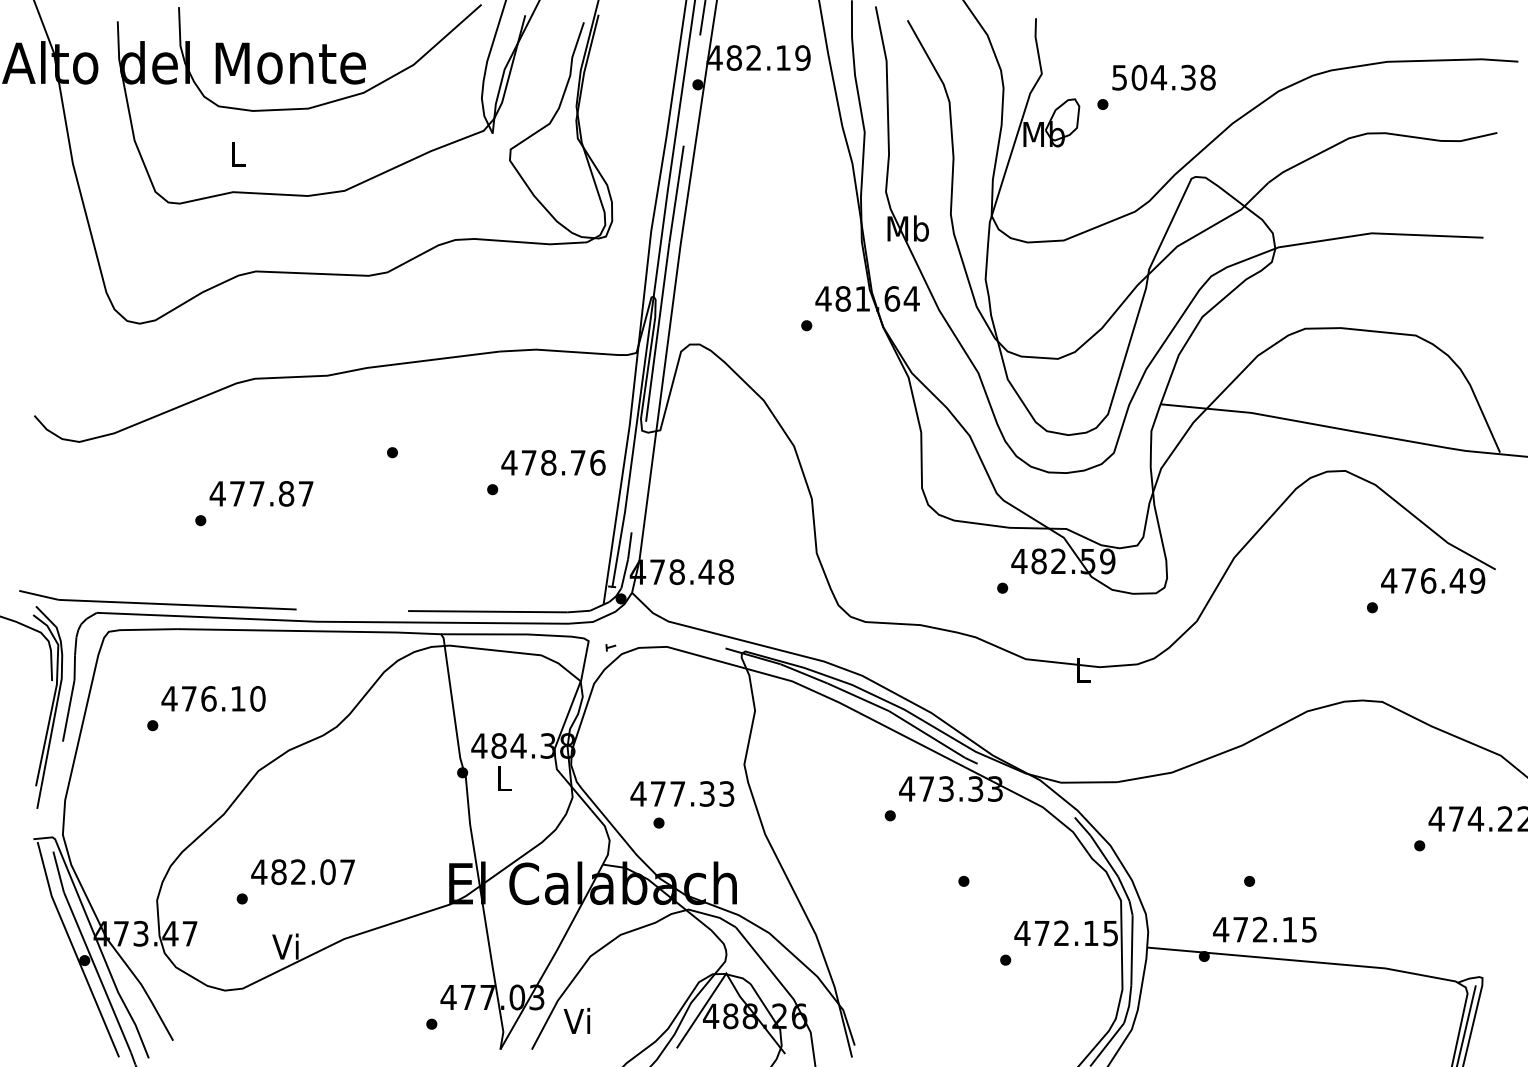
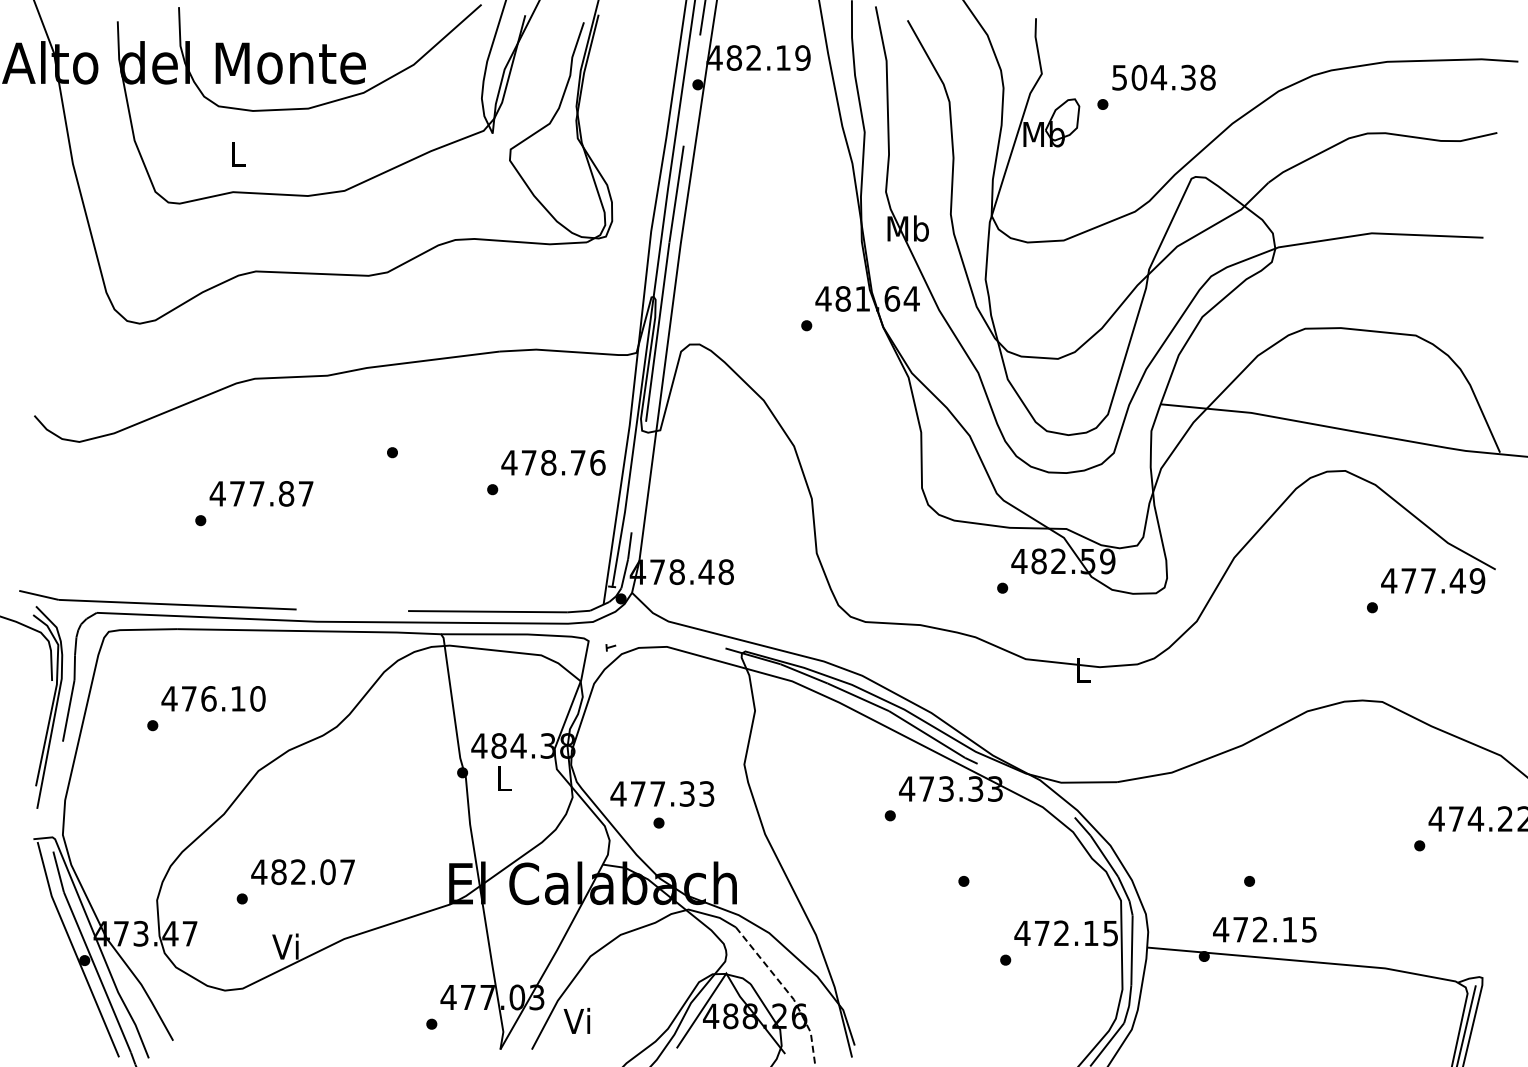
text at (1428, 580): 476.49 -> 477.49
text at (682, 793) position: (682, 793) -> (662, 793)
line at (787, 991): solid -> dashed
